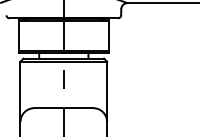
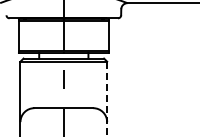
line at (107, 99): solid -> dashed
